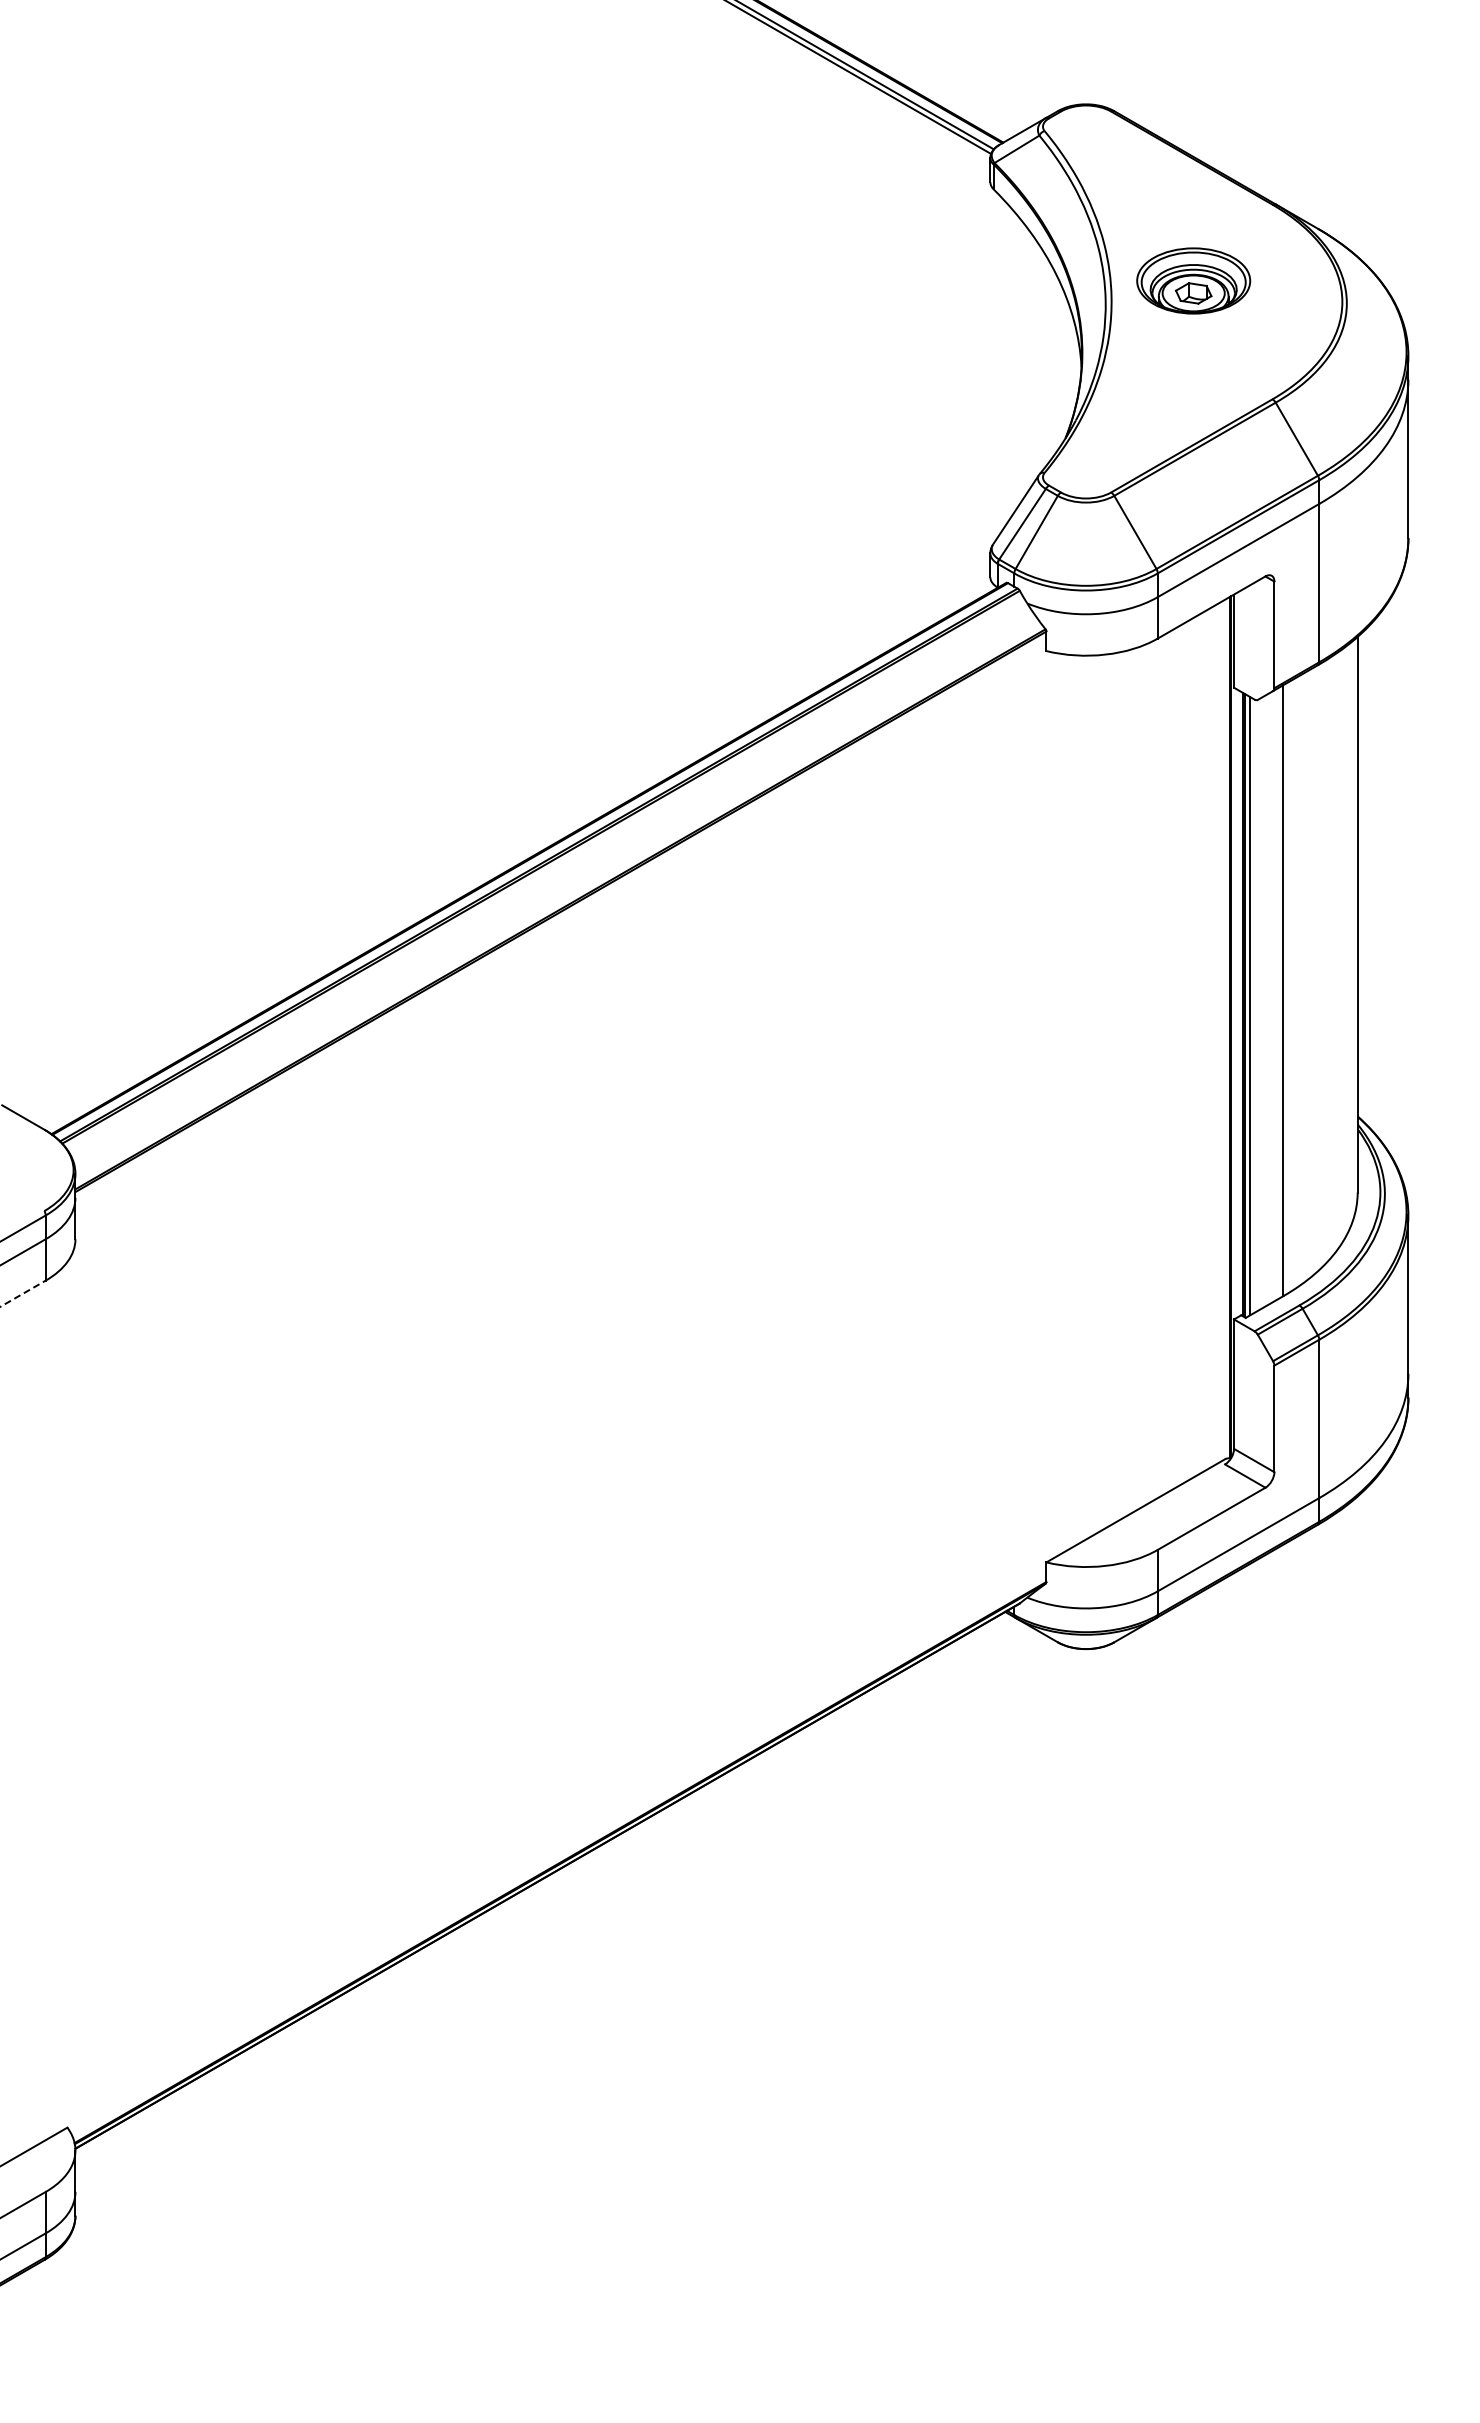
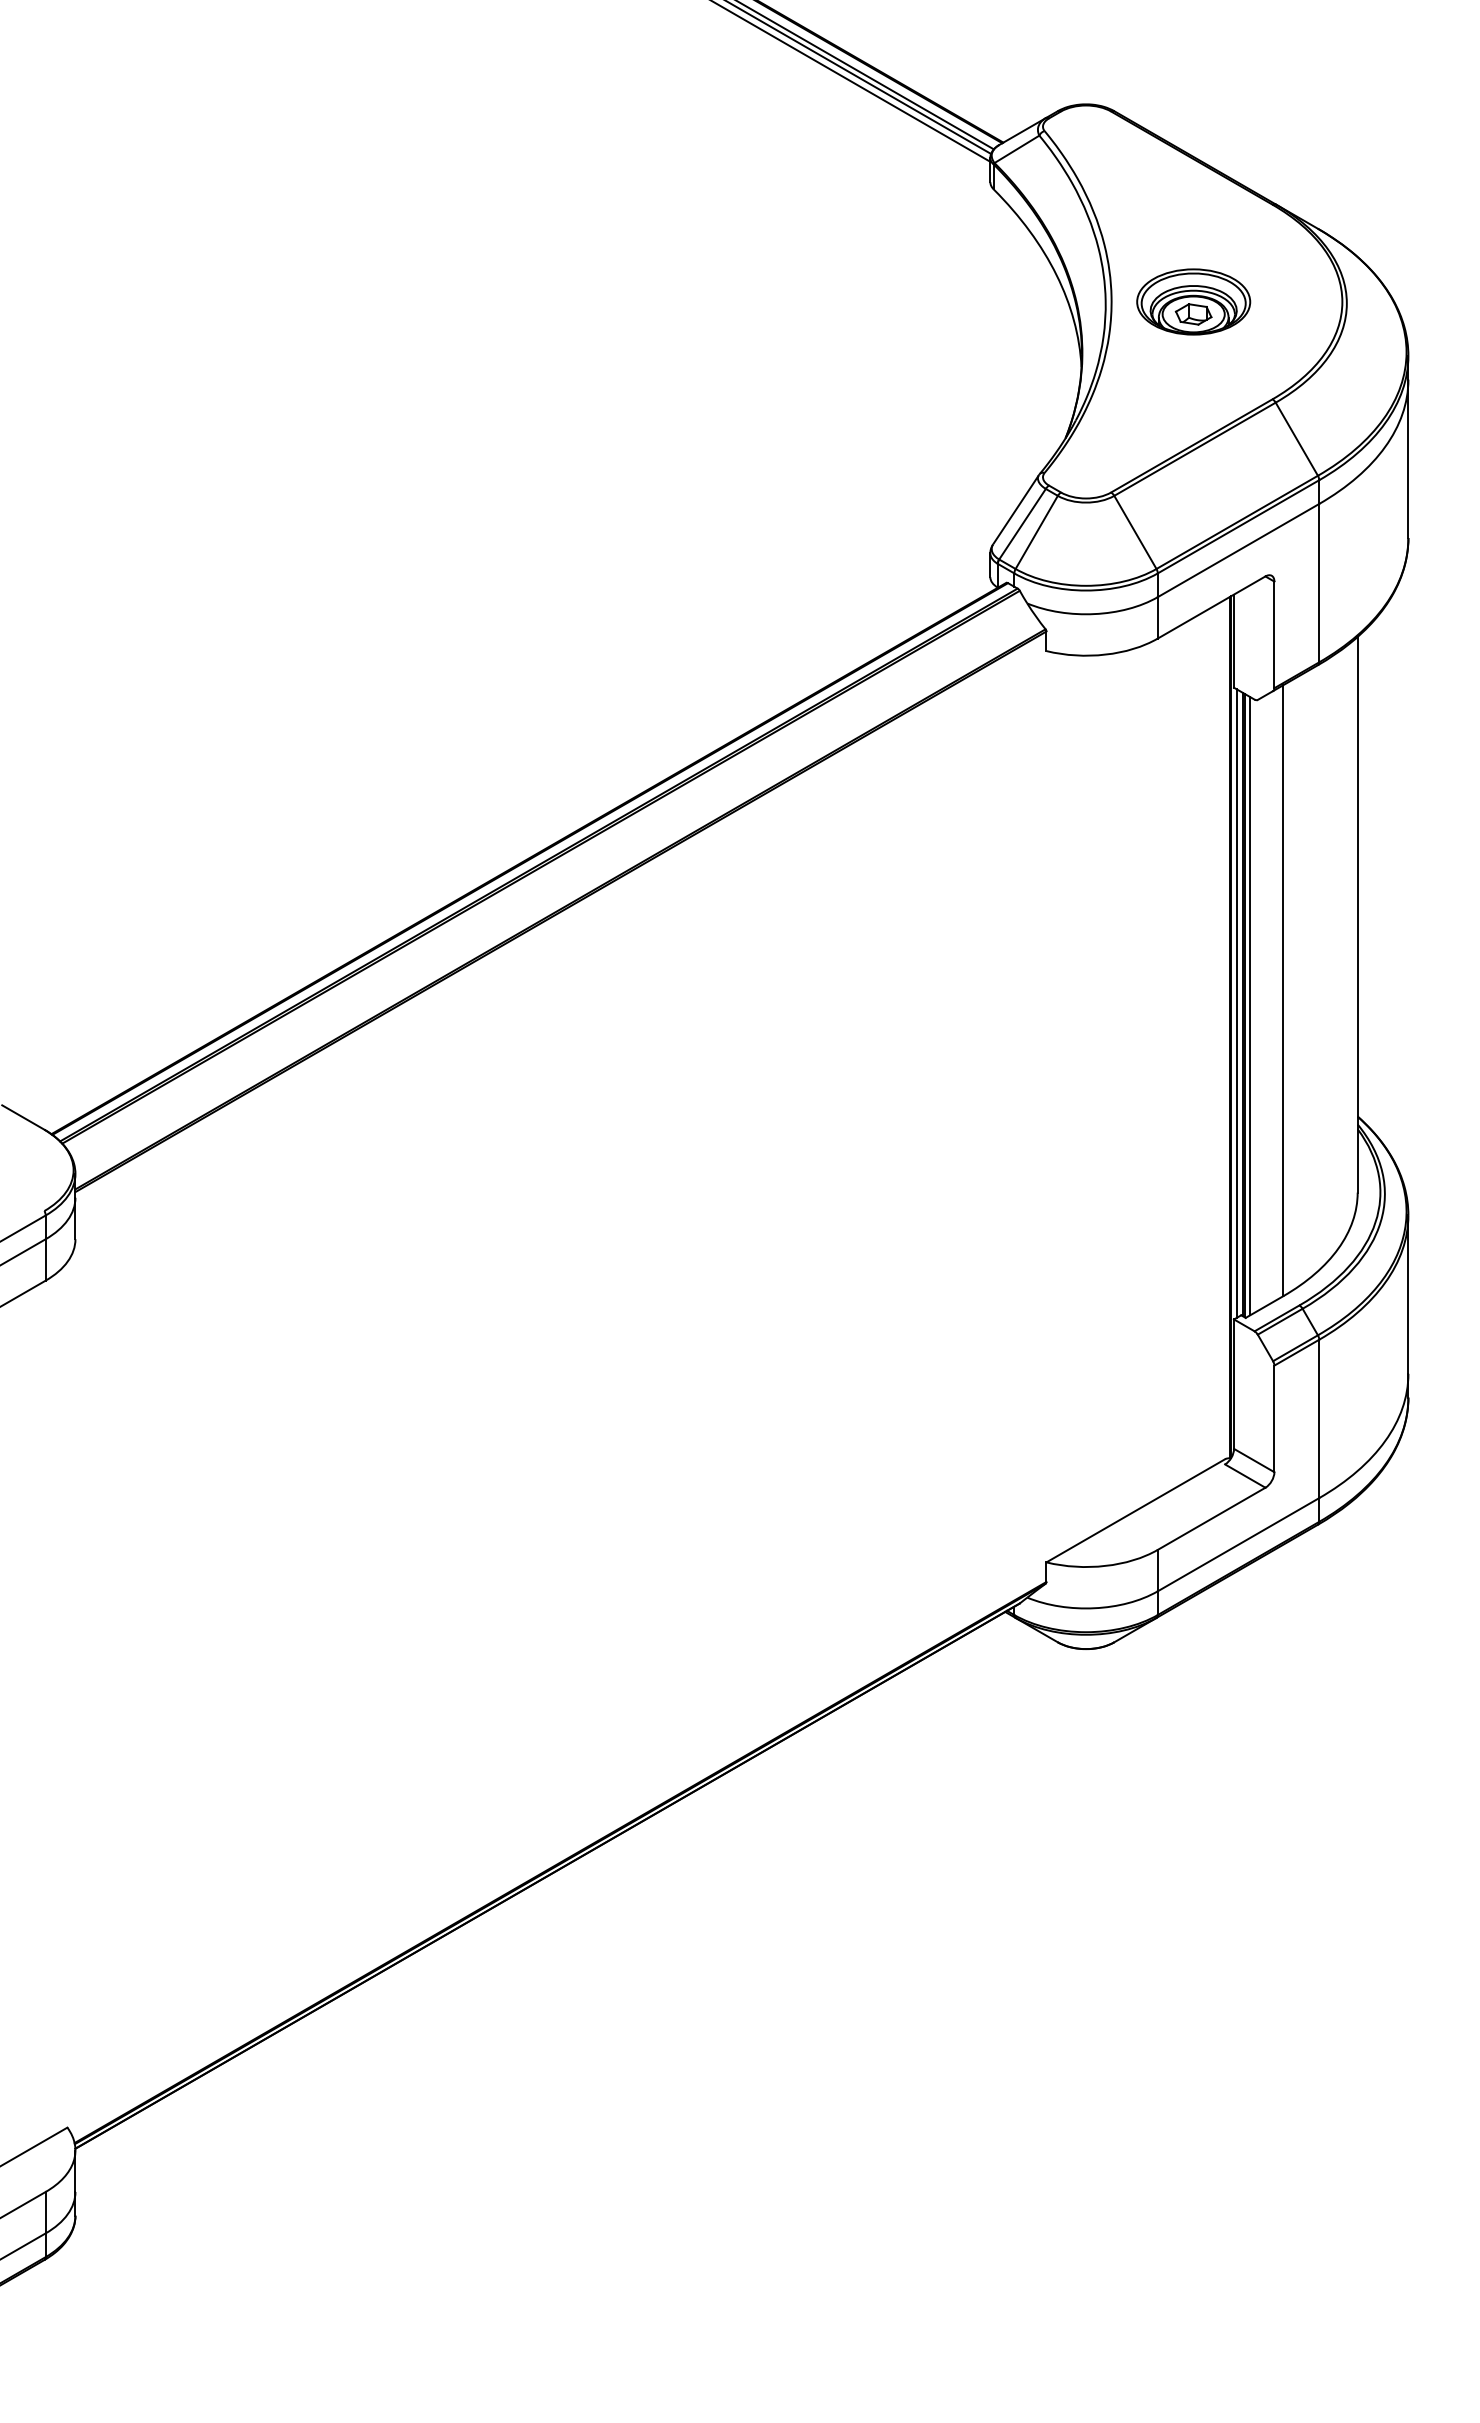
line at (851, 81): none -> present
part at (1193, 280) position: (1193, 280) -> (1193, 301)
line at (1236, 1003): none -> present
line at (23, 1293): dashed -> solid
